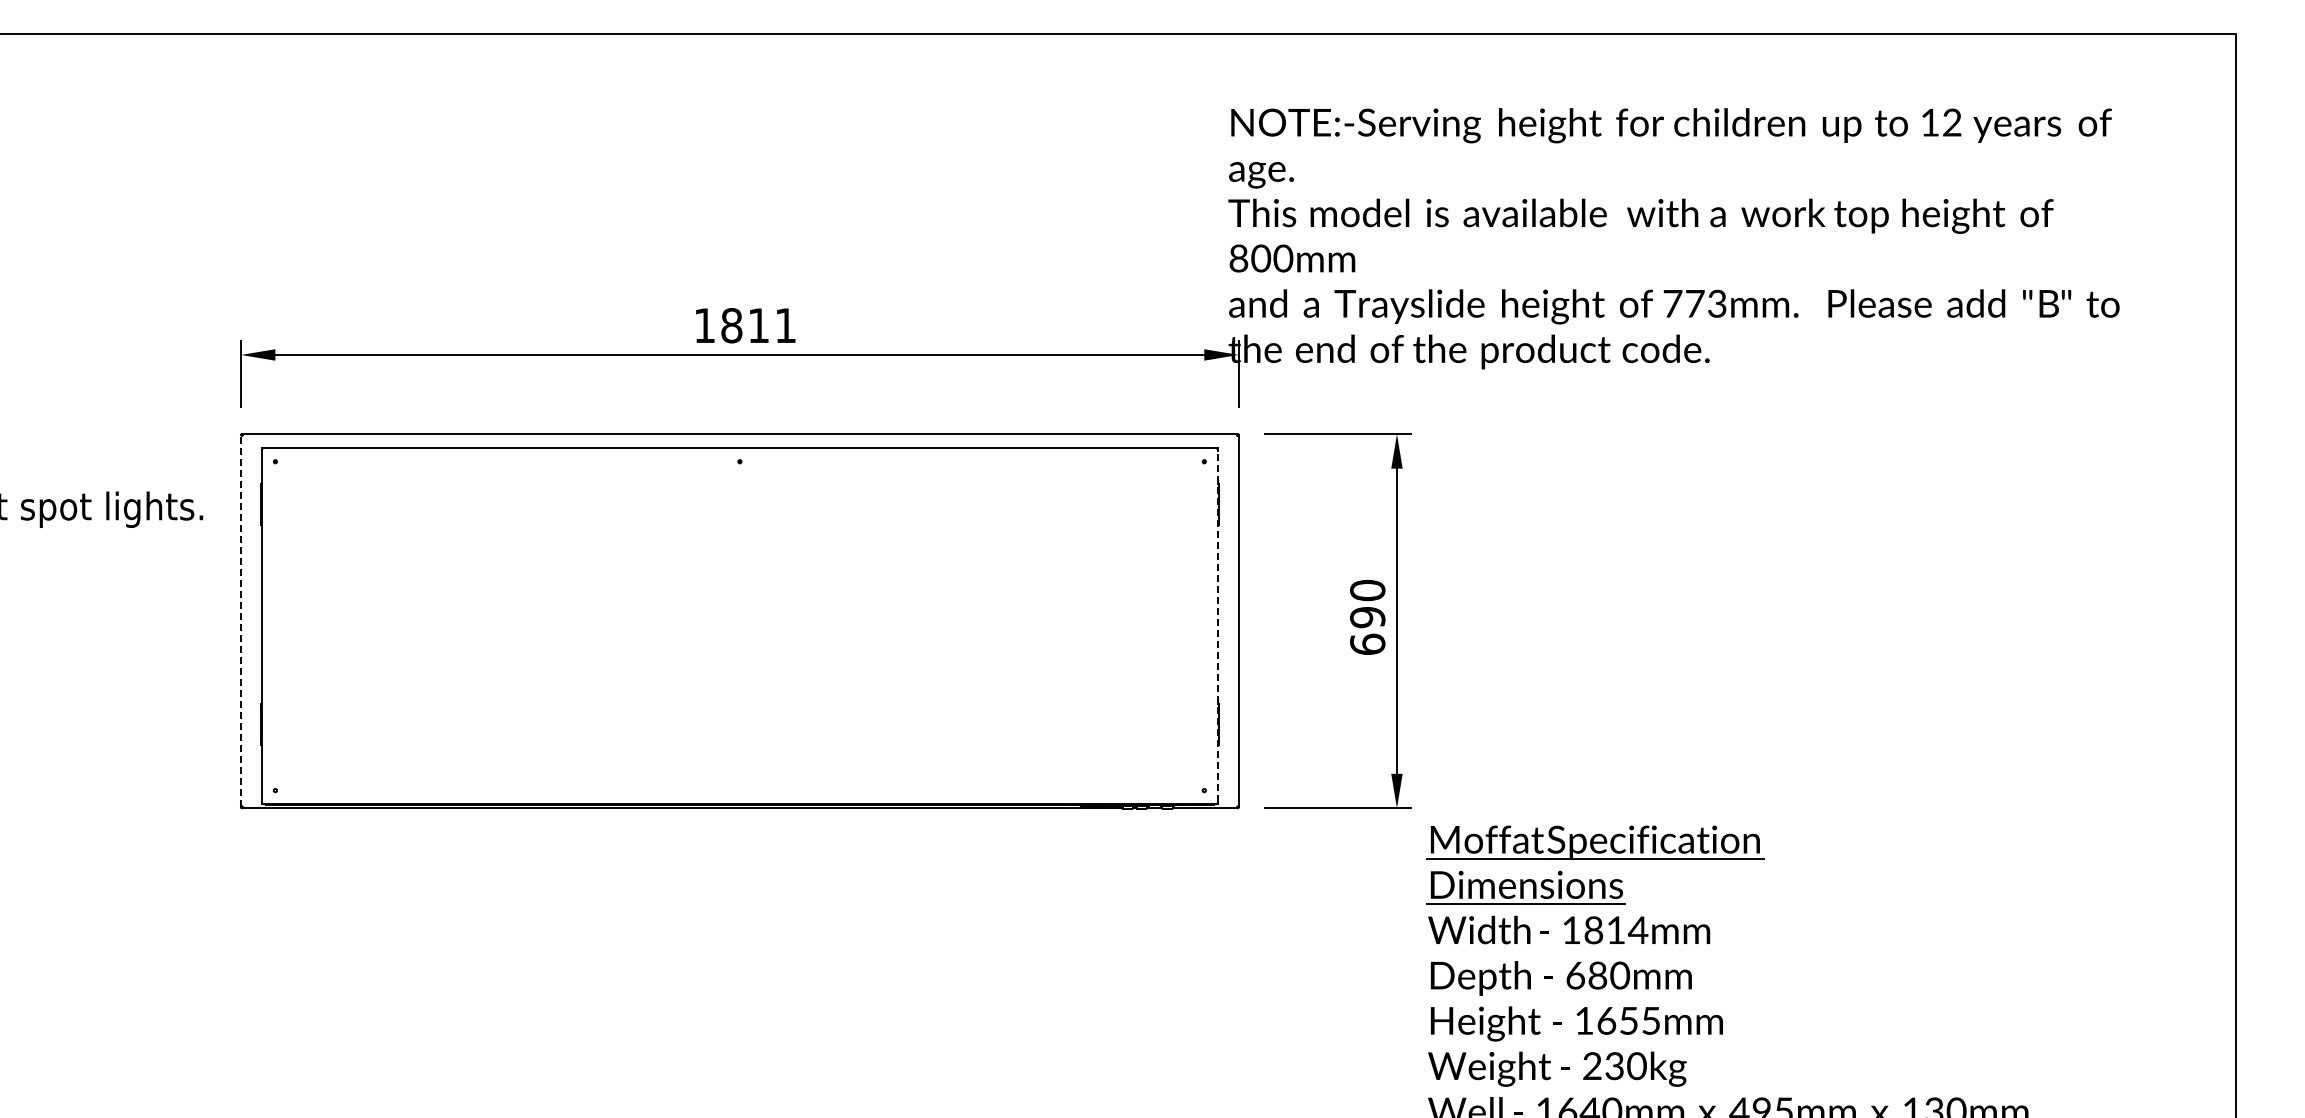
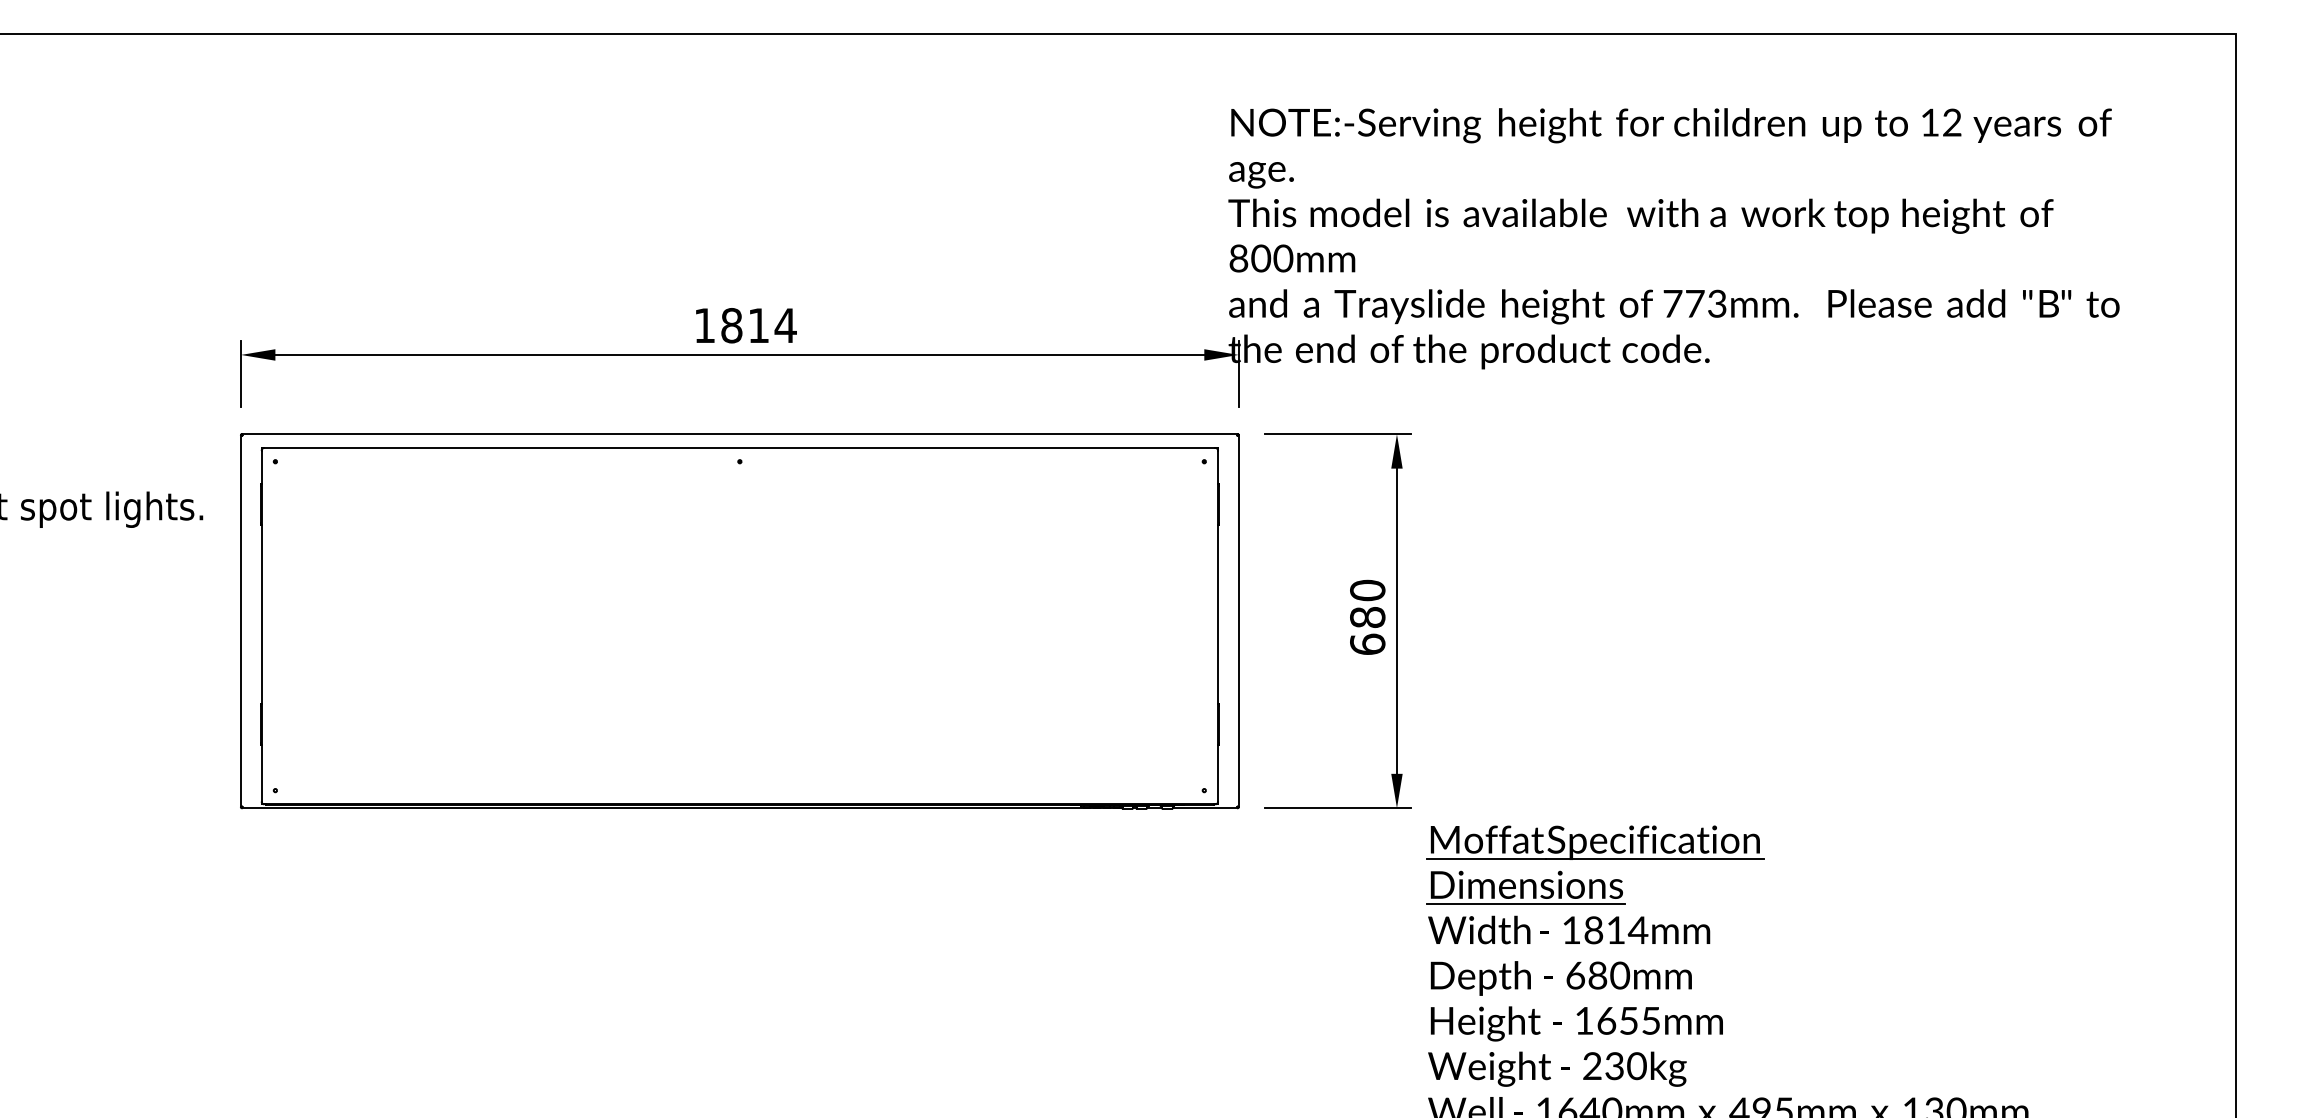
text at (785, 325): 1811 -> 1814
text at (1367, 617): 690 -> 680
line at (241, 620): dashed -> solid
line at (1218, 625): dashed -> solid
